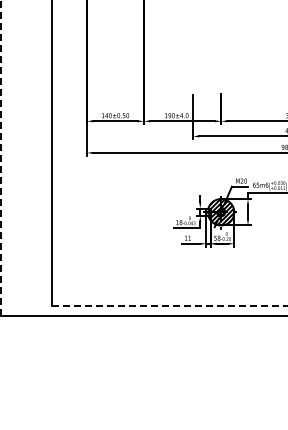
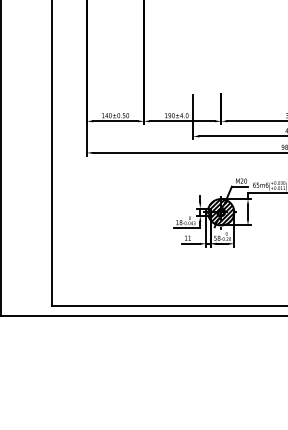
line at (0, 158): dashed -> solid
line at (169, 306): dashed -> solid
